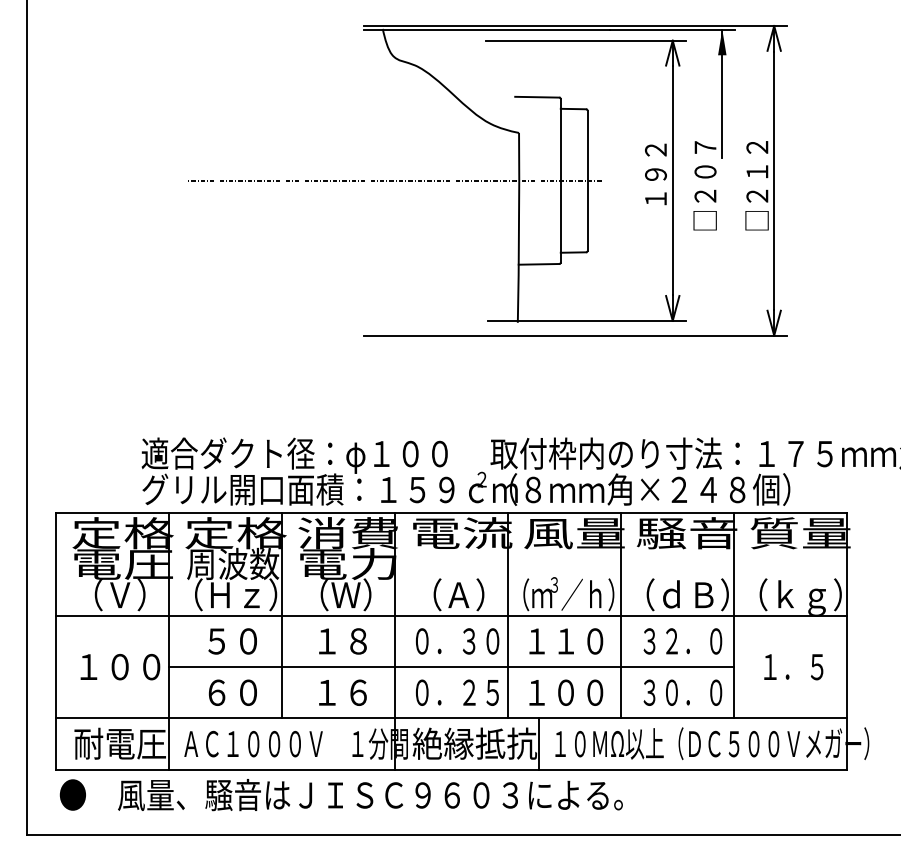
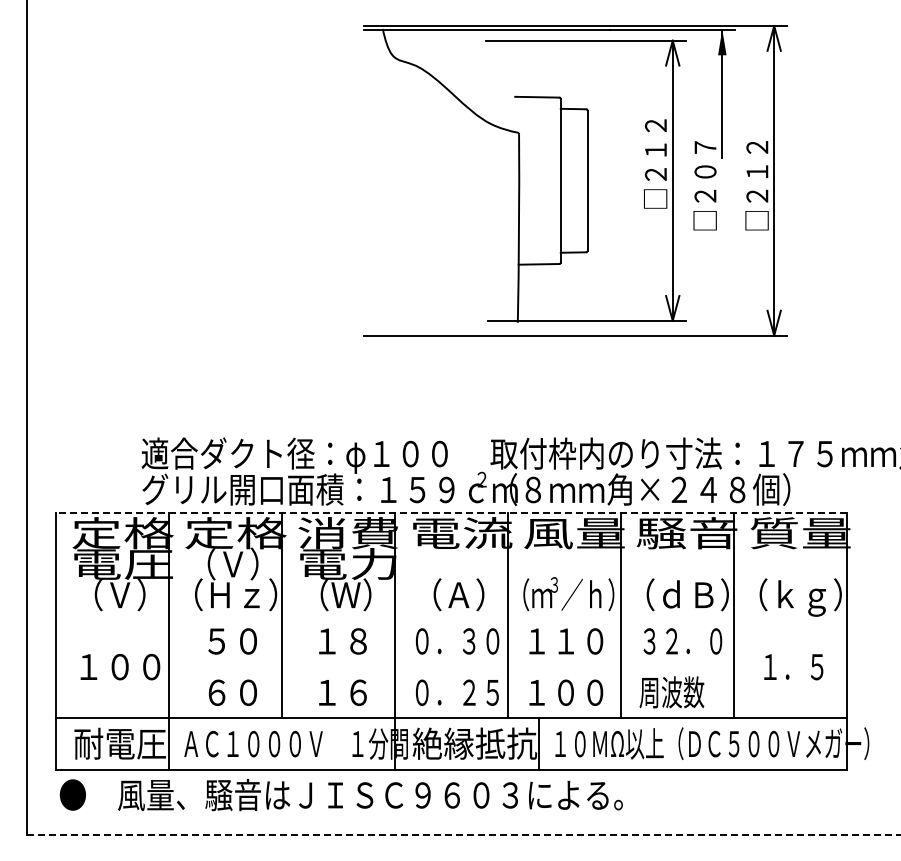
text at (655, 163): １９２ -> □２１２
line at (394, 180): present -> none
line at (451, 513): solid -> dashed
text at (233, 563): 周波数 -> （Ｖ）
line at (451, 615): present -> none
line at (451, 667): present -> none
text at (680, 692): ３０．０ -> 周波数
line at (463, 834): solid -> dashed
